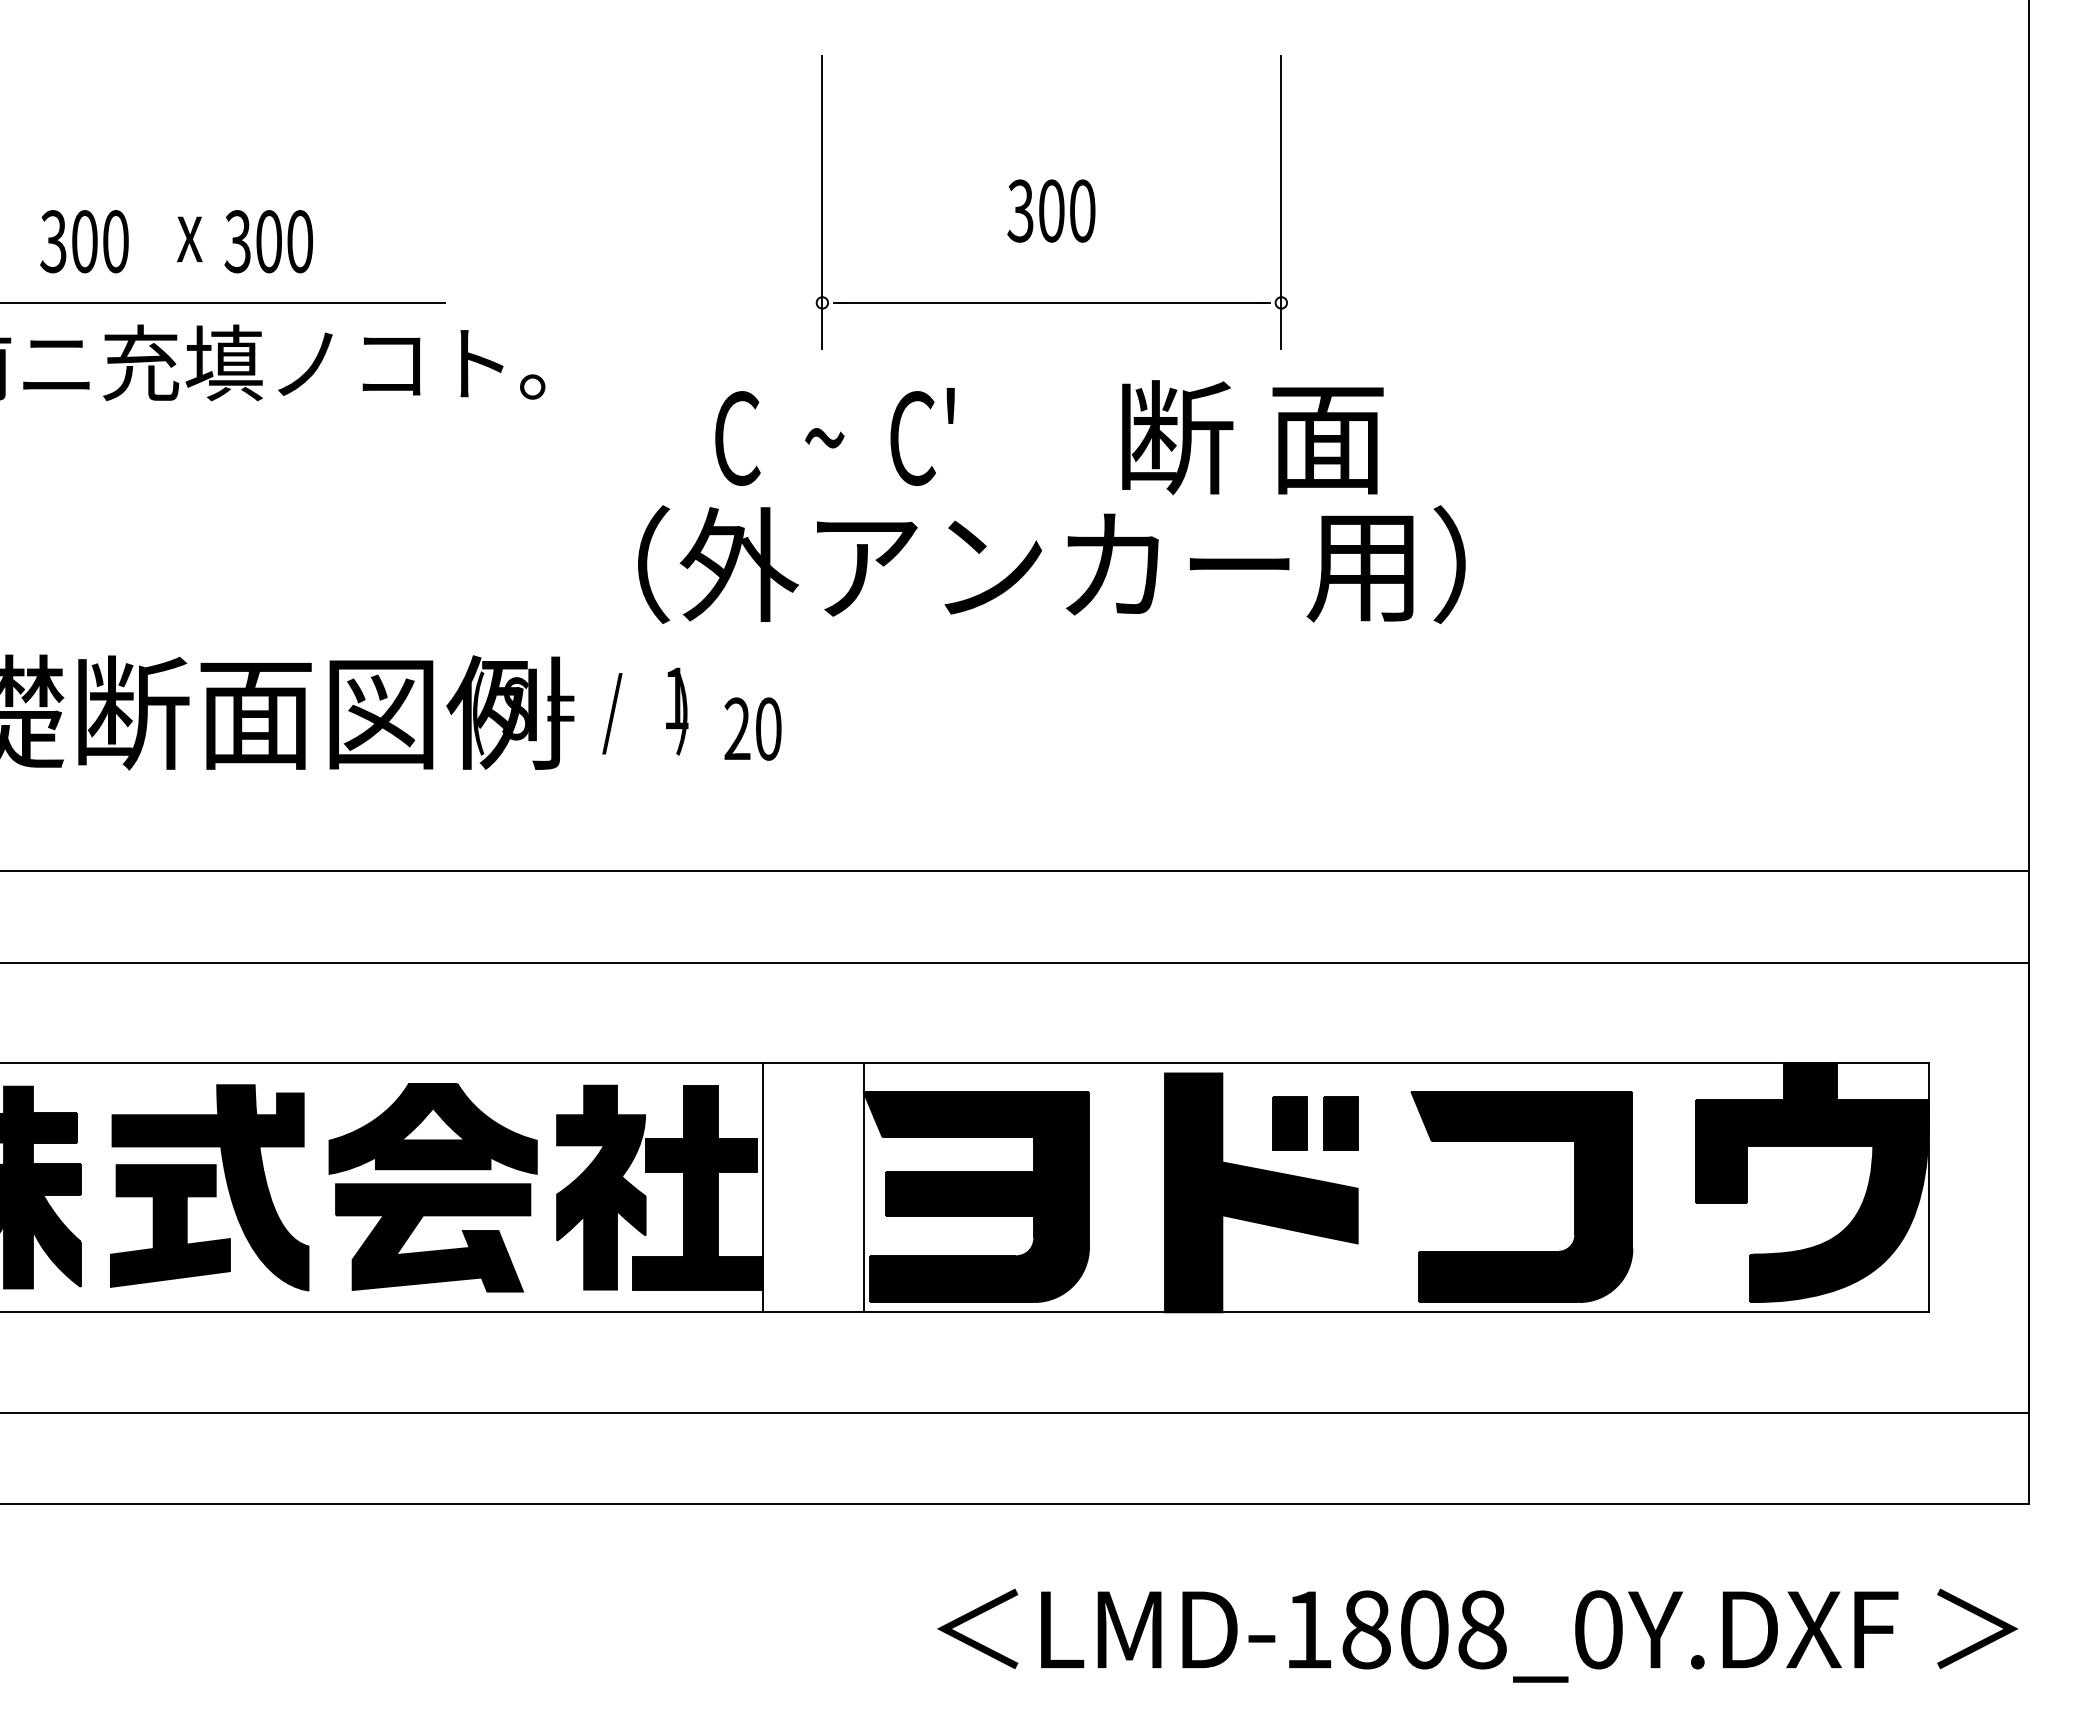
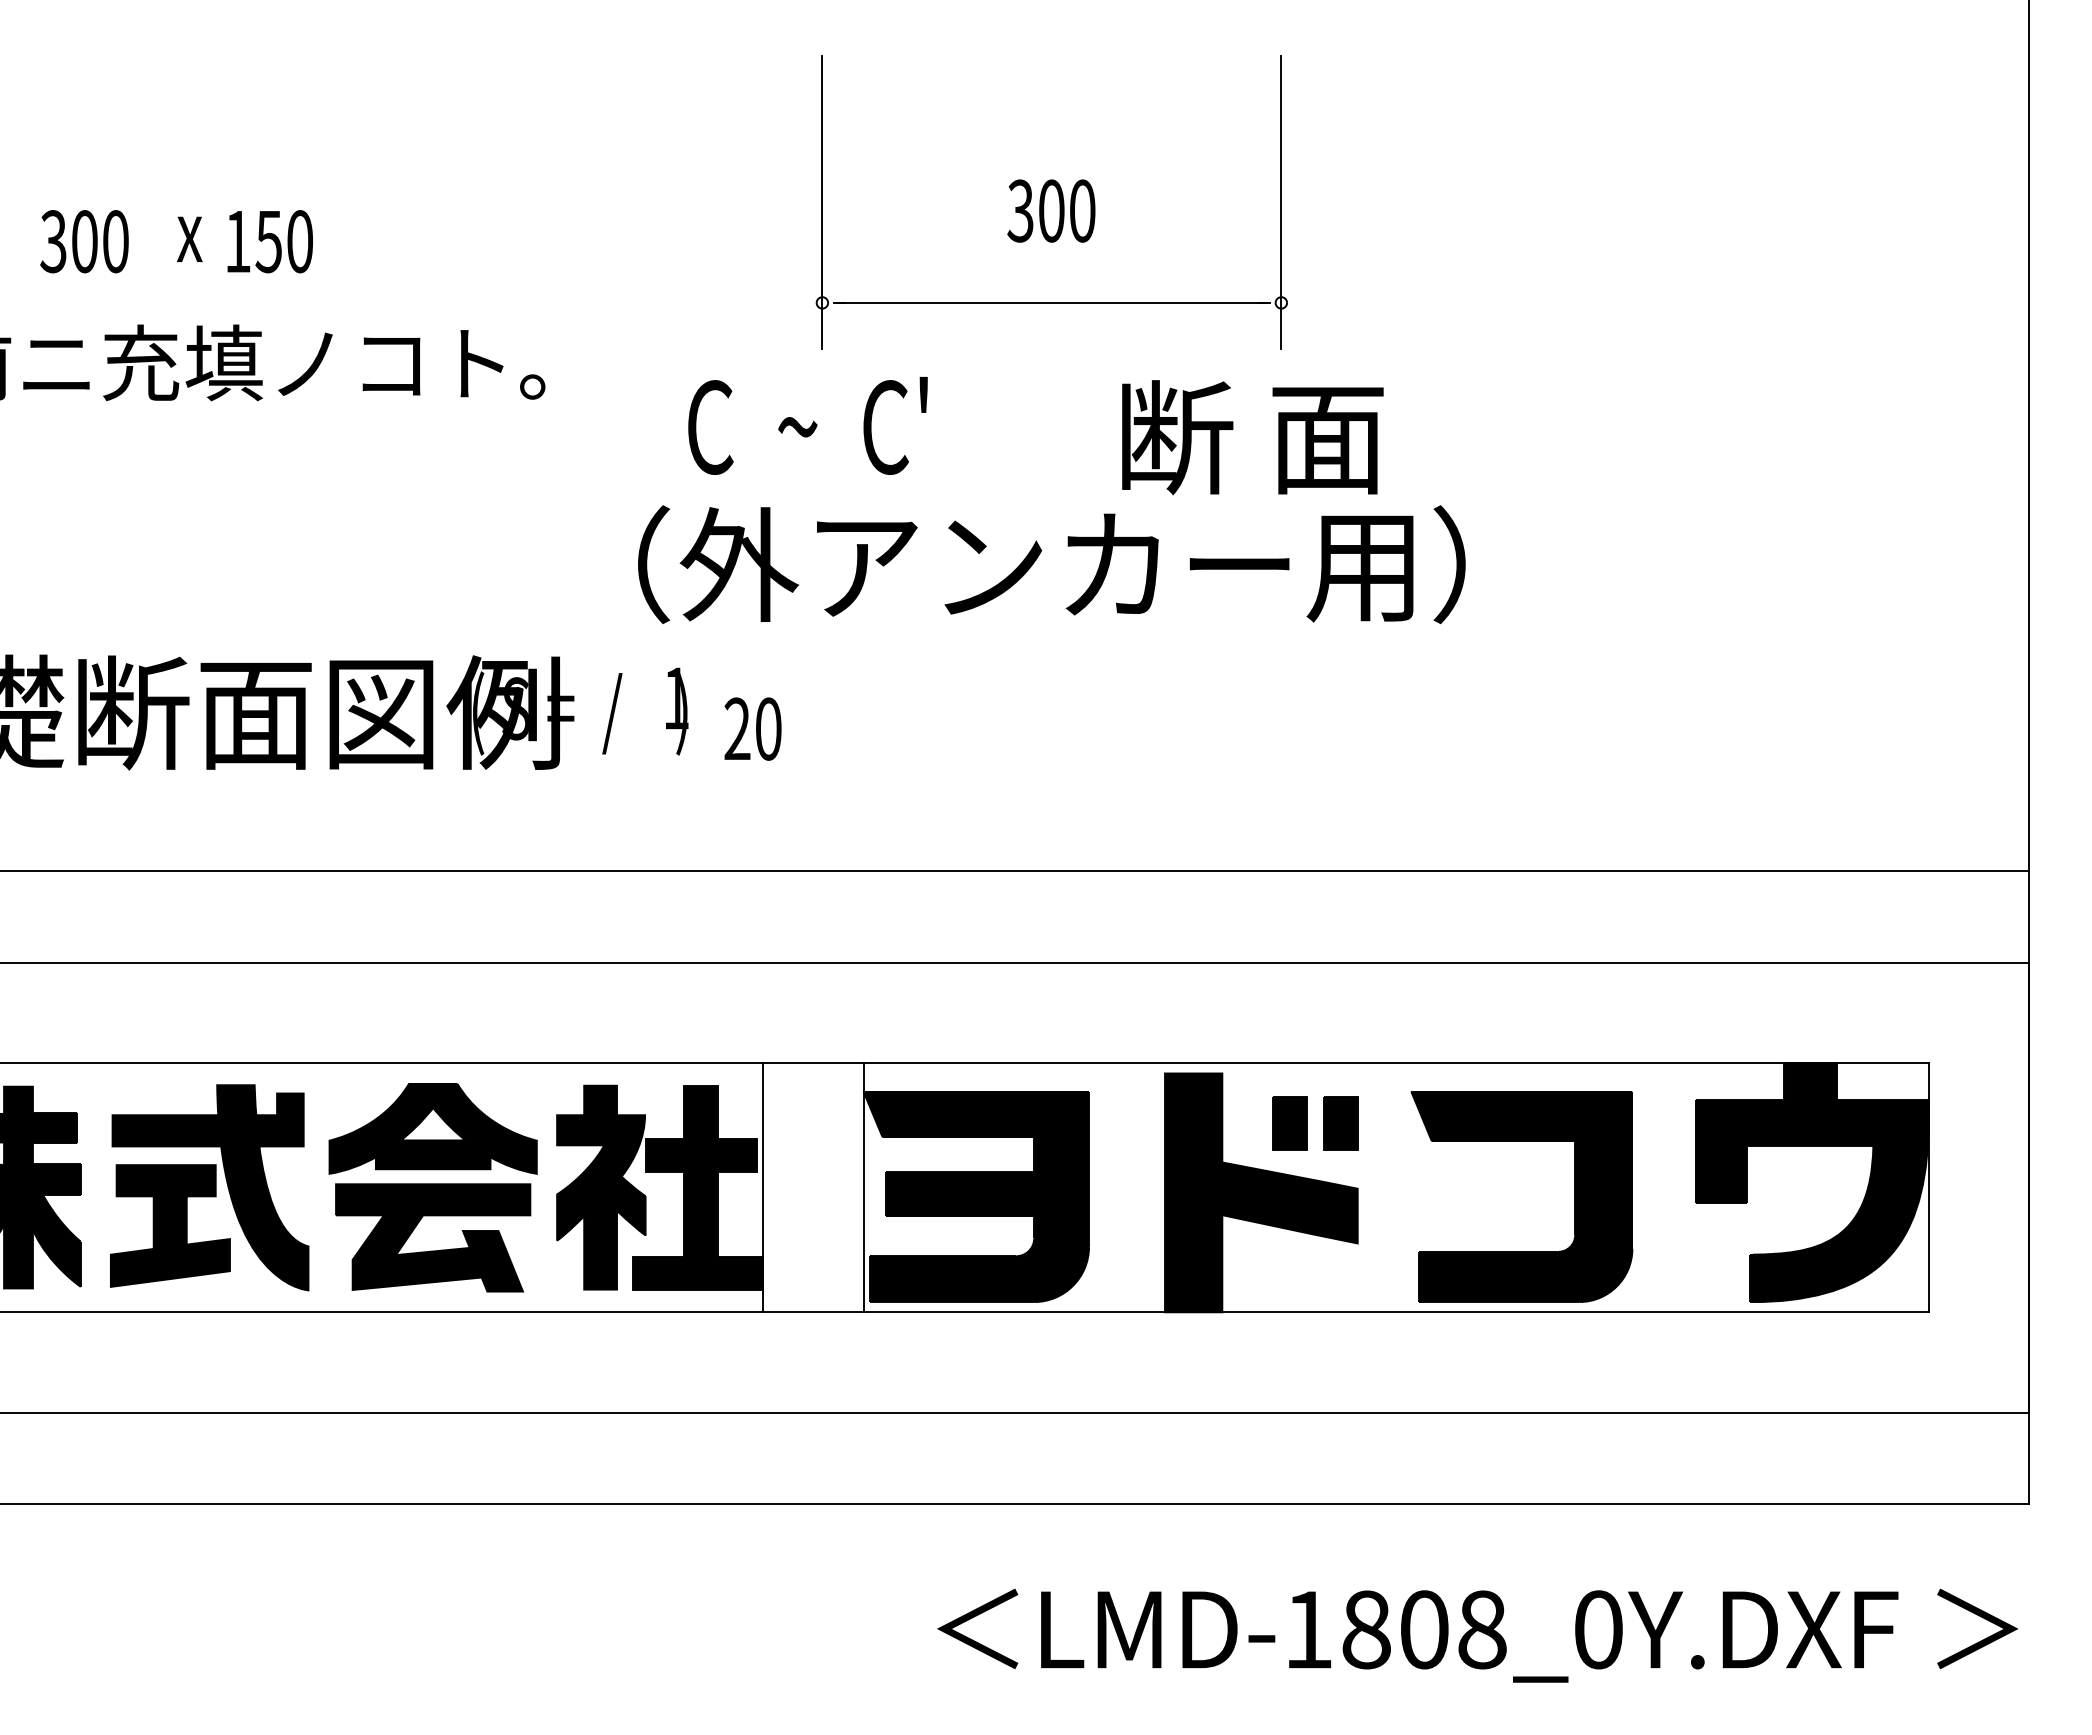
text at (252, 241): 300 -> 150
line at (223, 302): present -> none
text at (834, 436) position: (834, 436) -> (807, 425)
